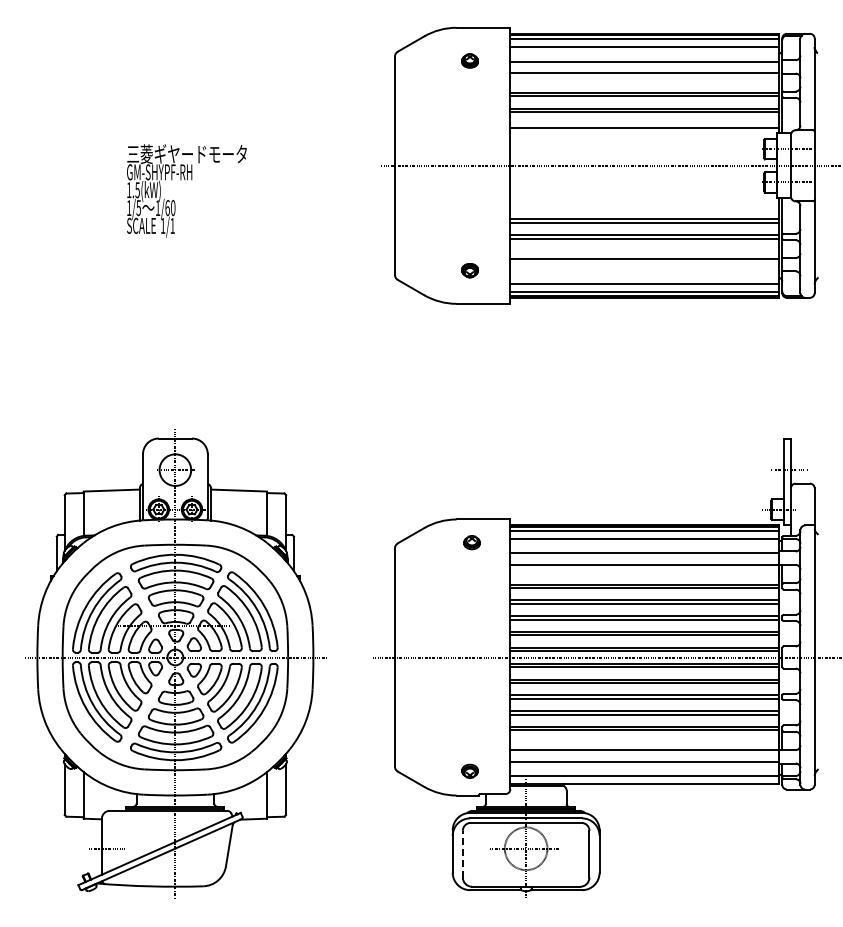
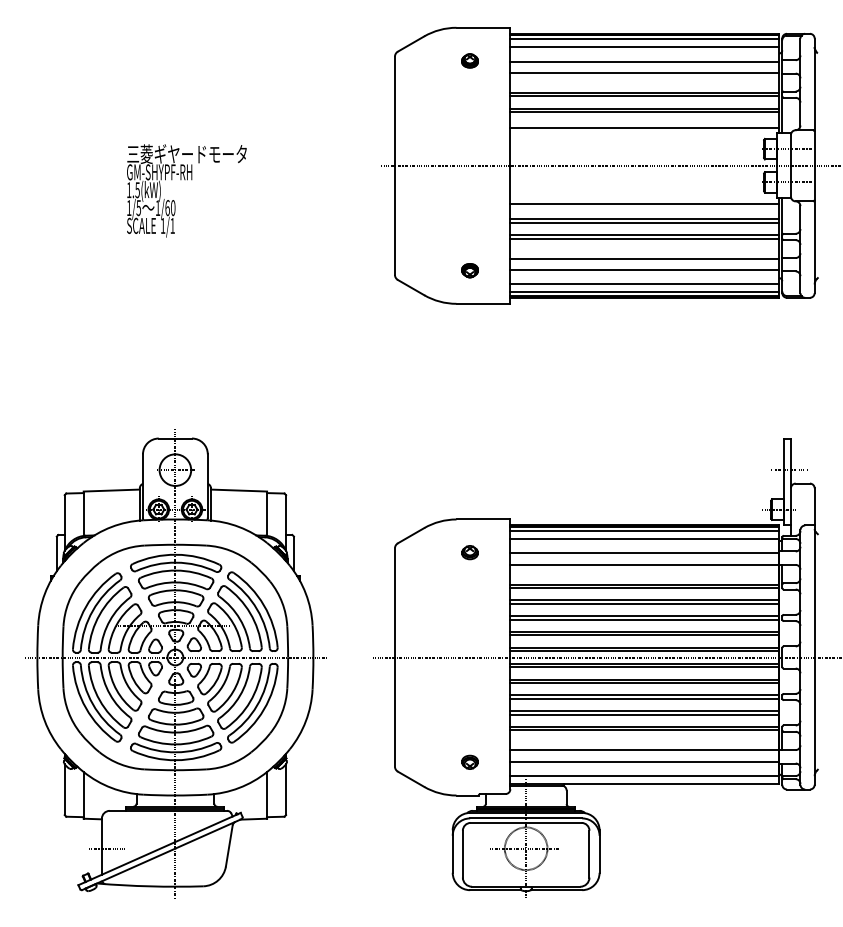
line at (644, 203): none -> present
line at (644, 269): none -> present
part at (471, 542) position: (471, 542) -> (469, 552)
part at (469, 770) position: (469, 770) -> (469, 761)
line at (462, 853): dashed -> solid
